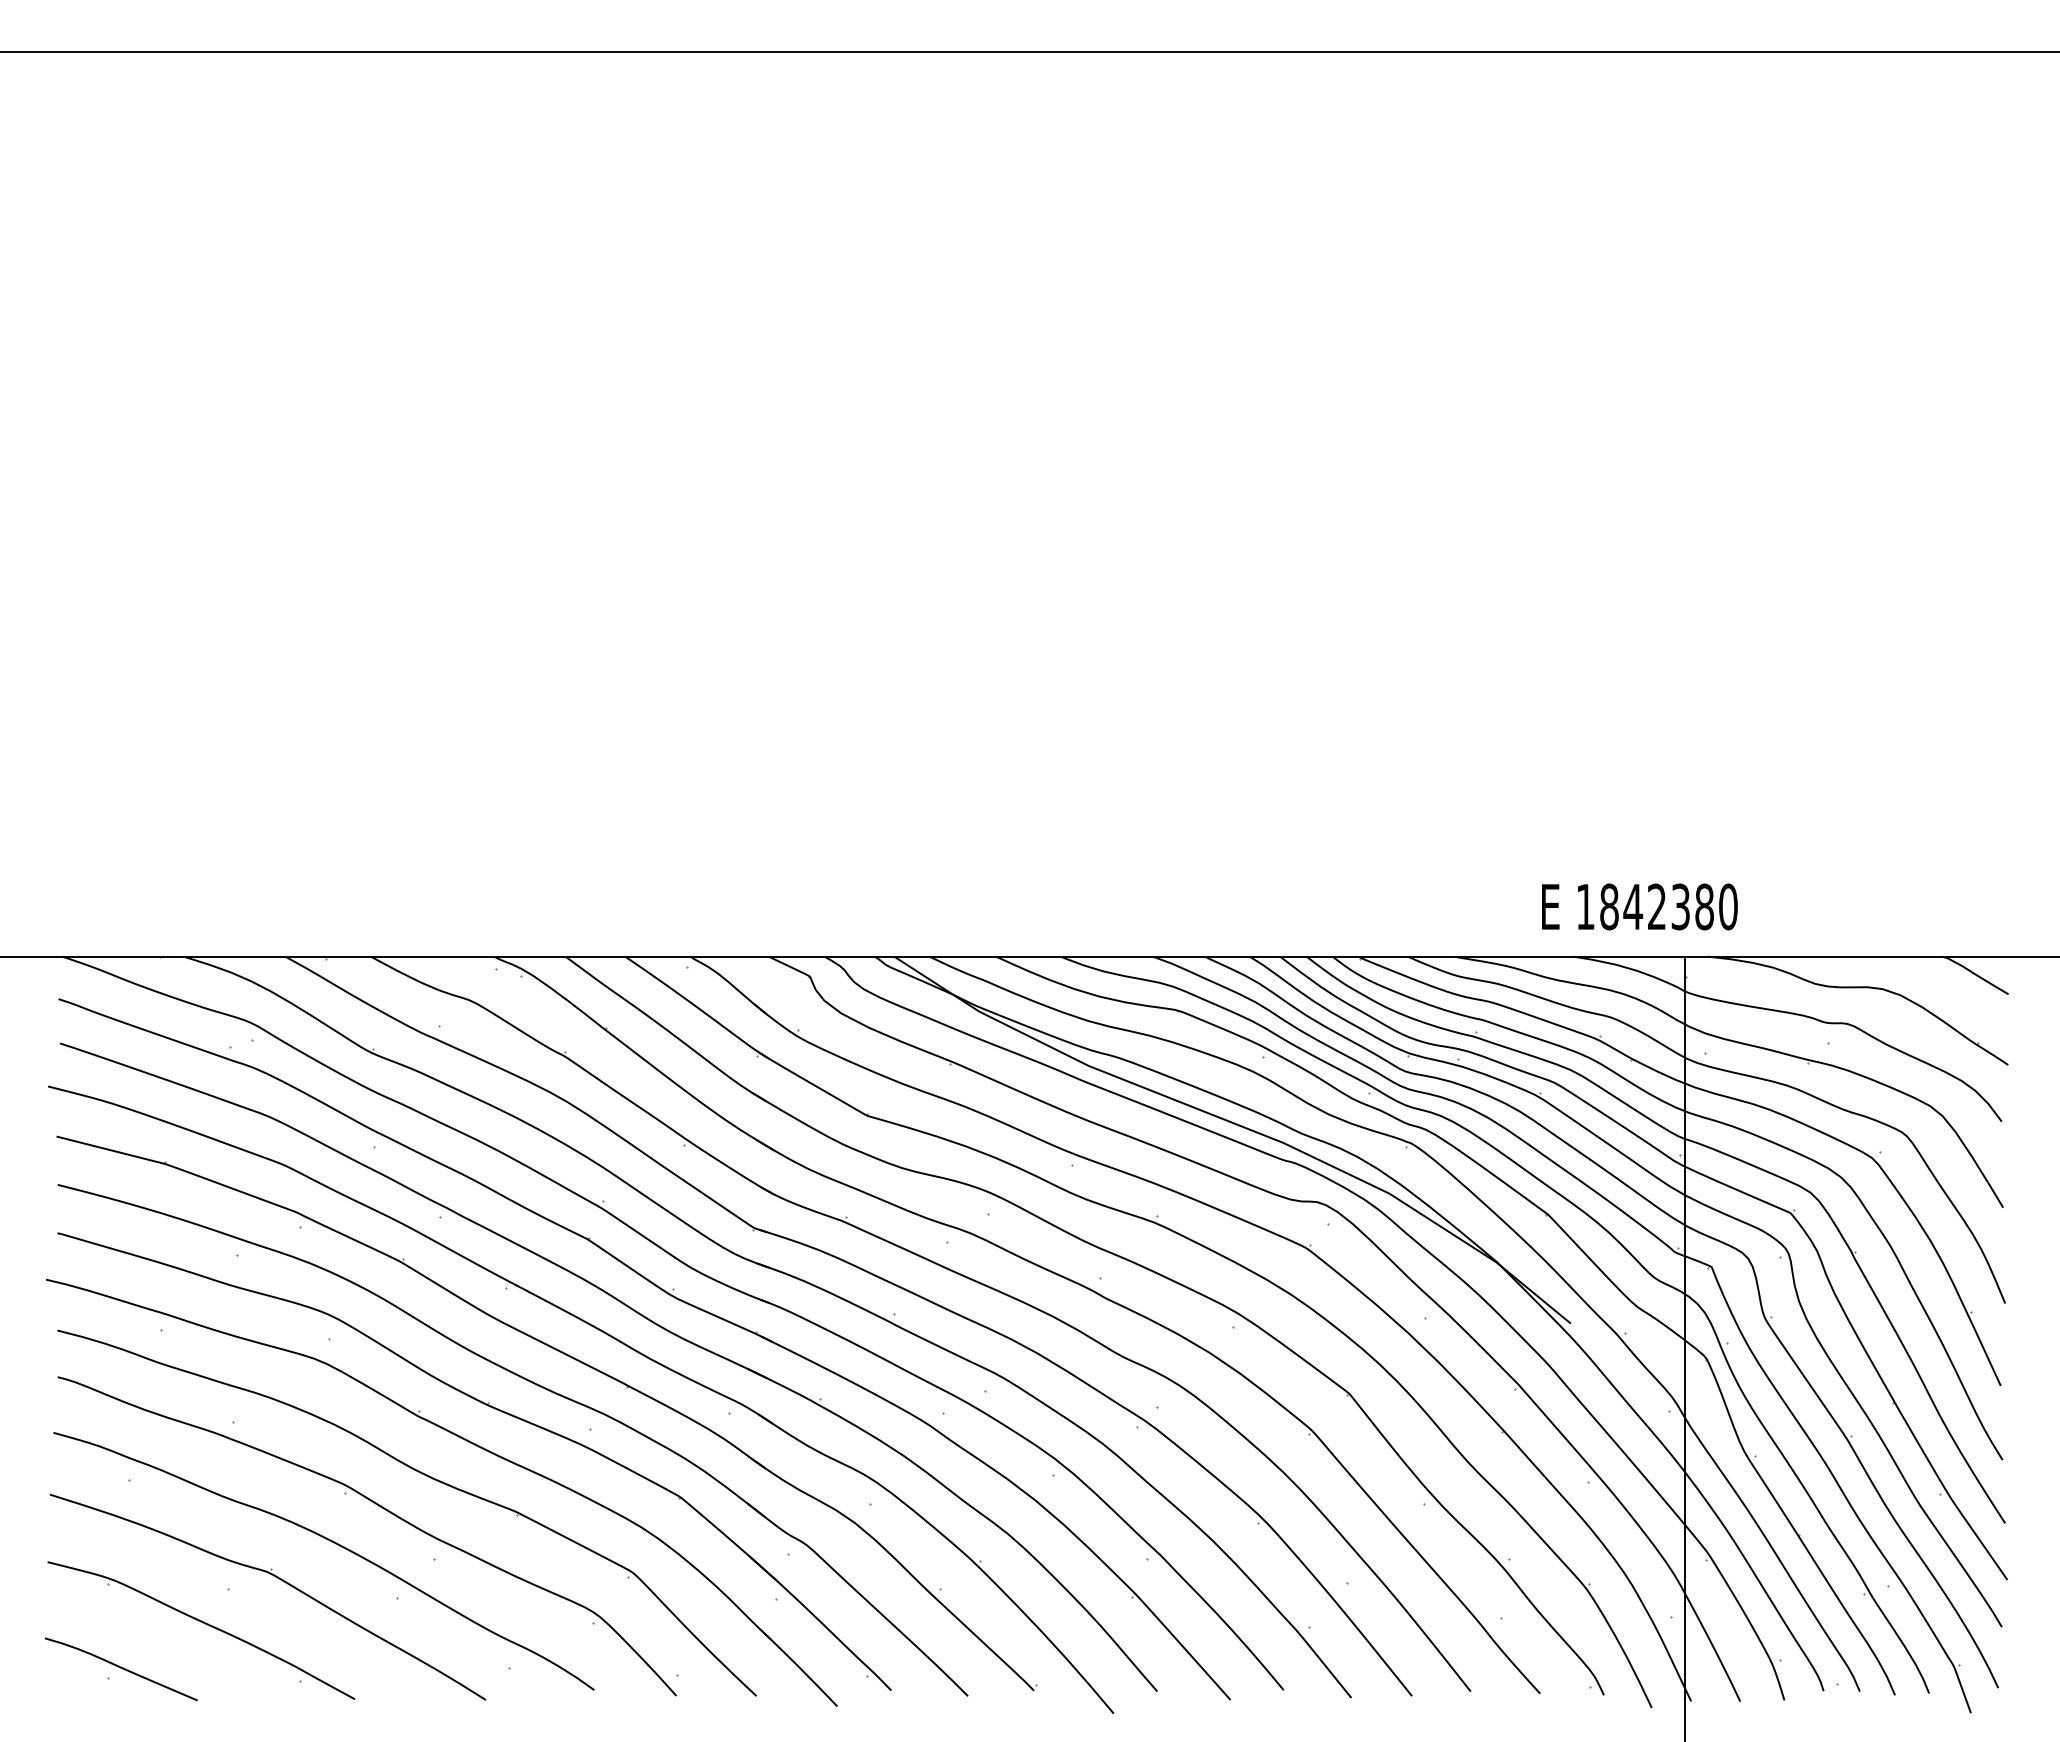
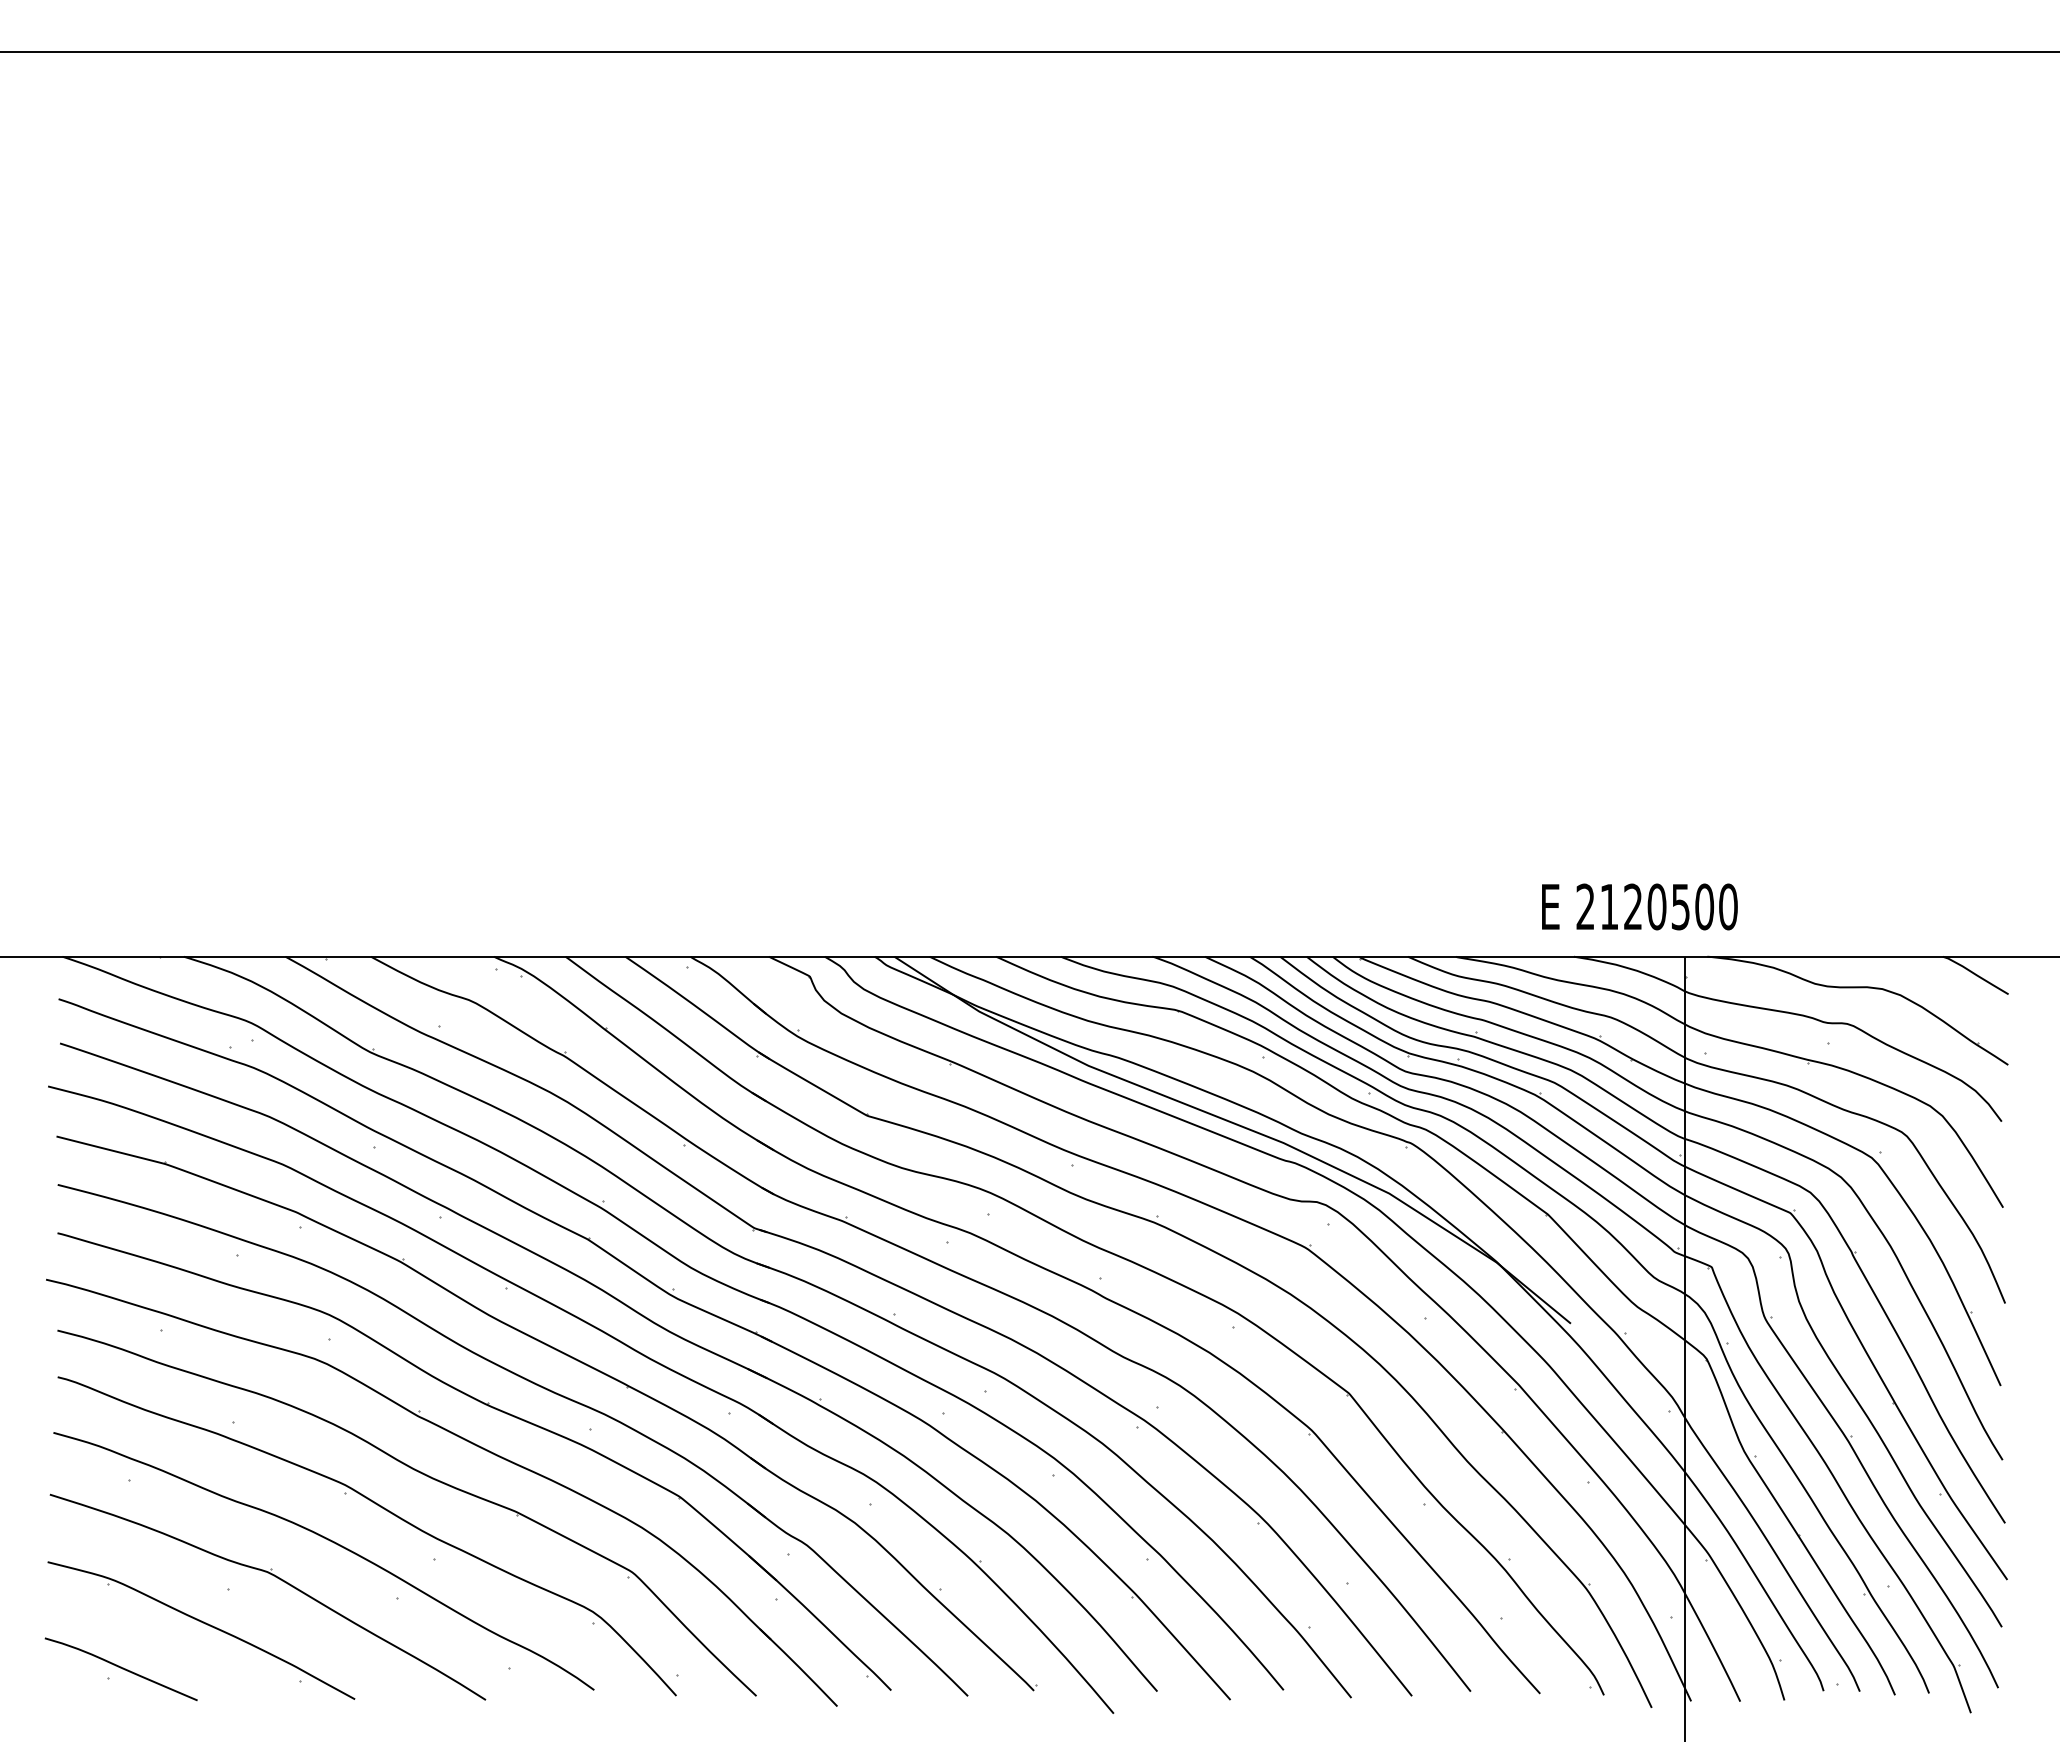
text at (1645, 906): 1842380 -> 2120500
